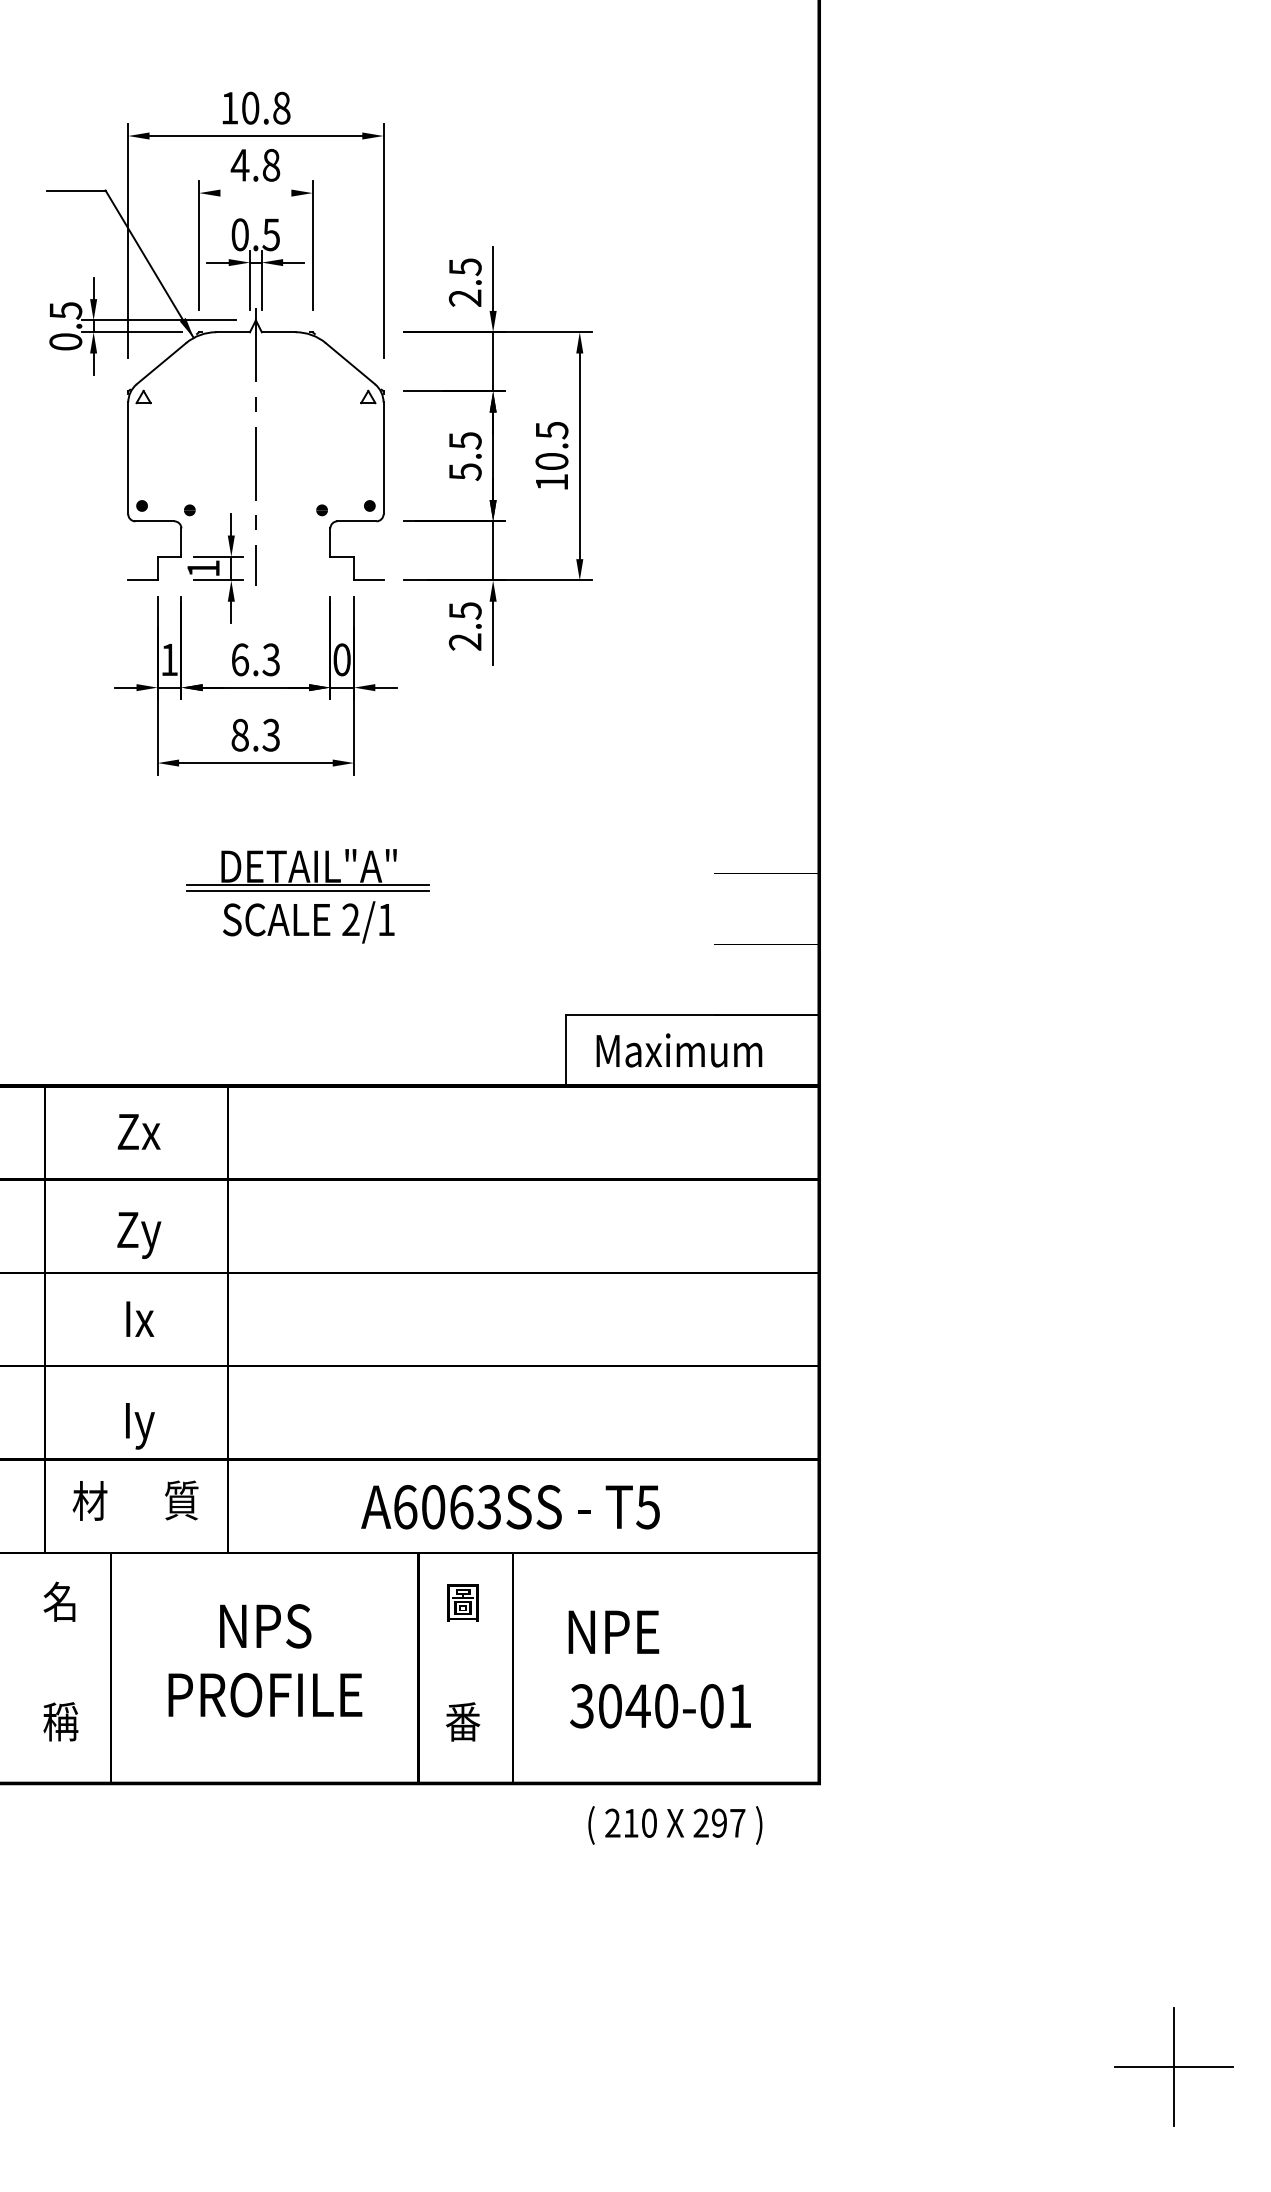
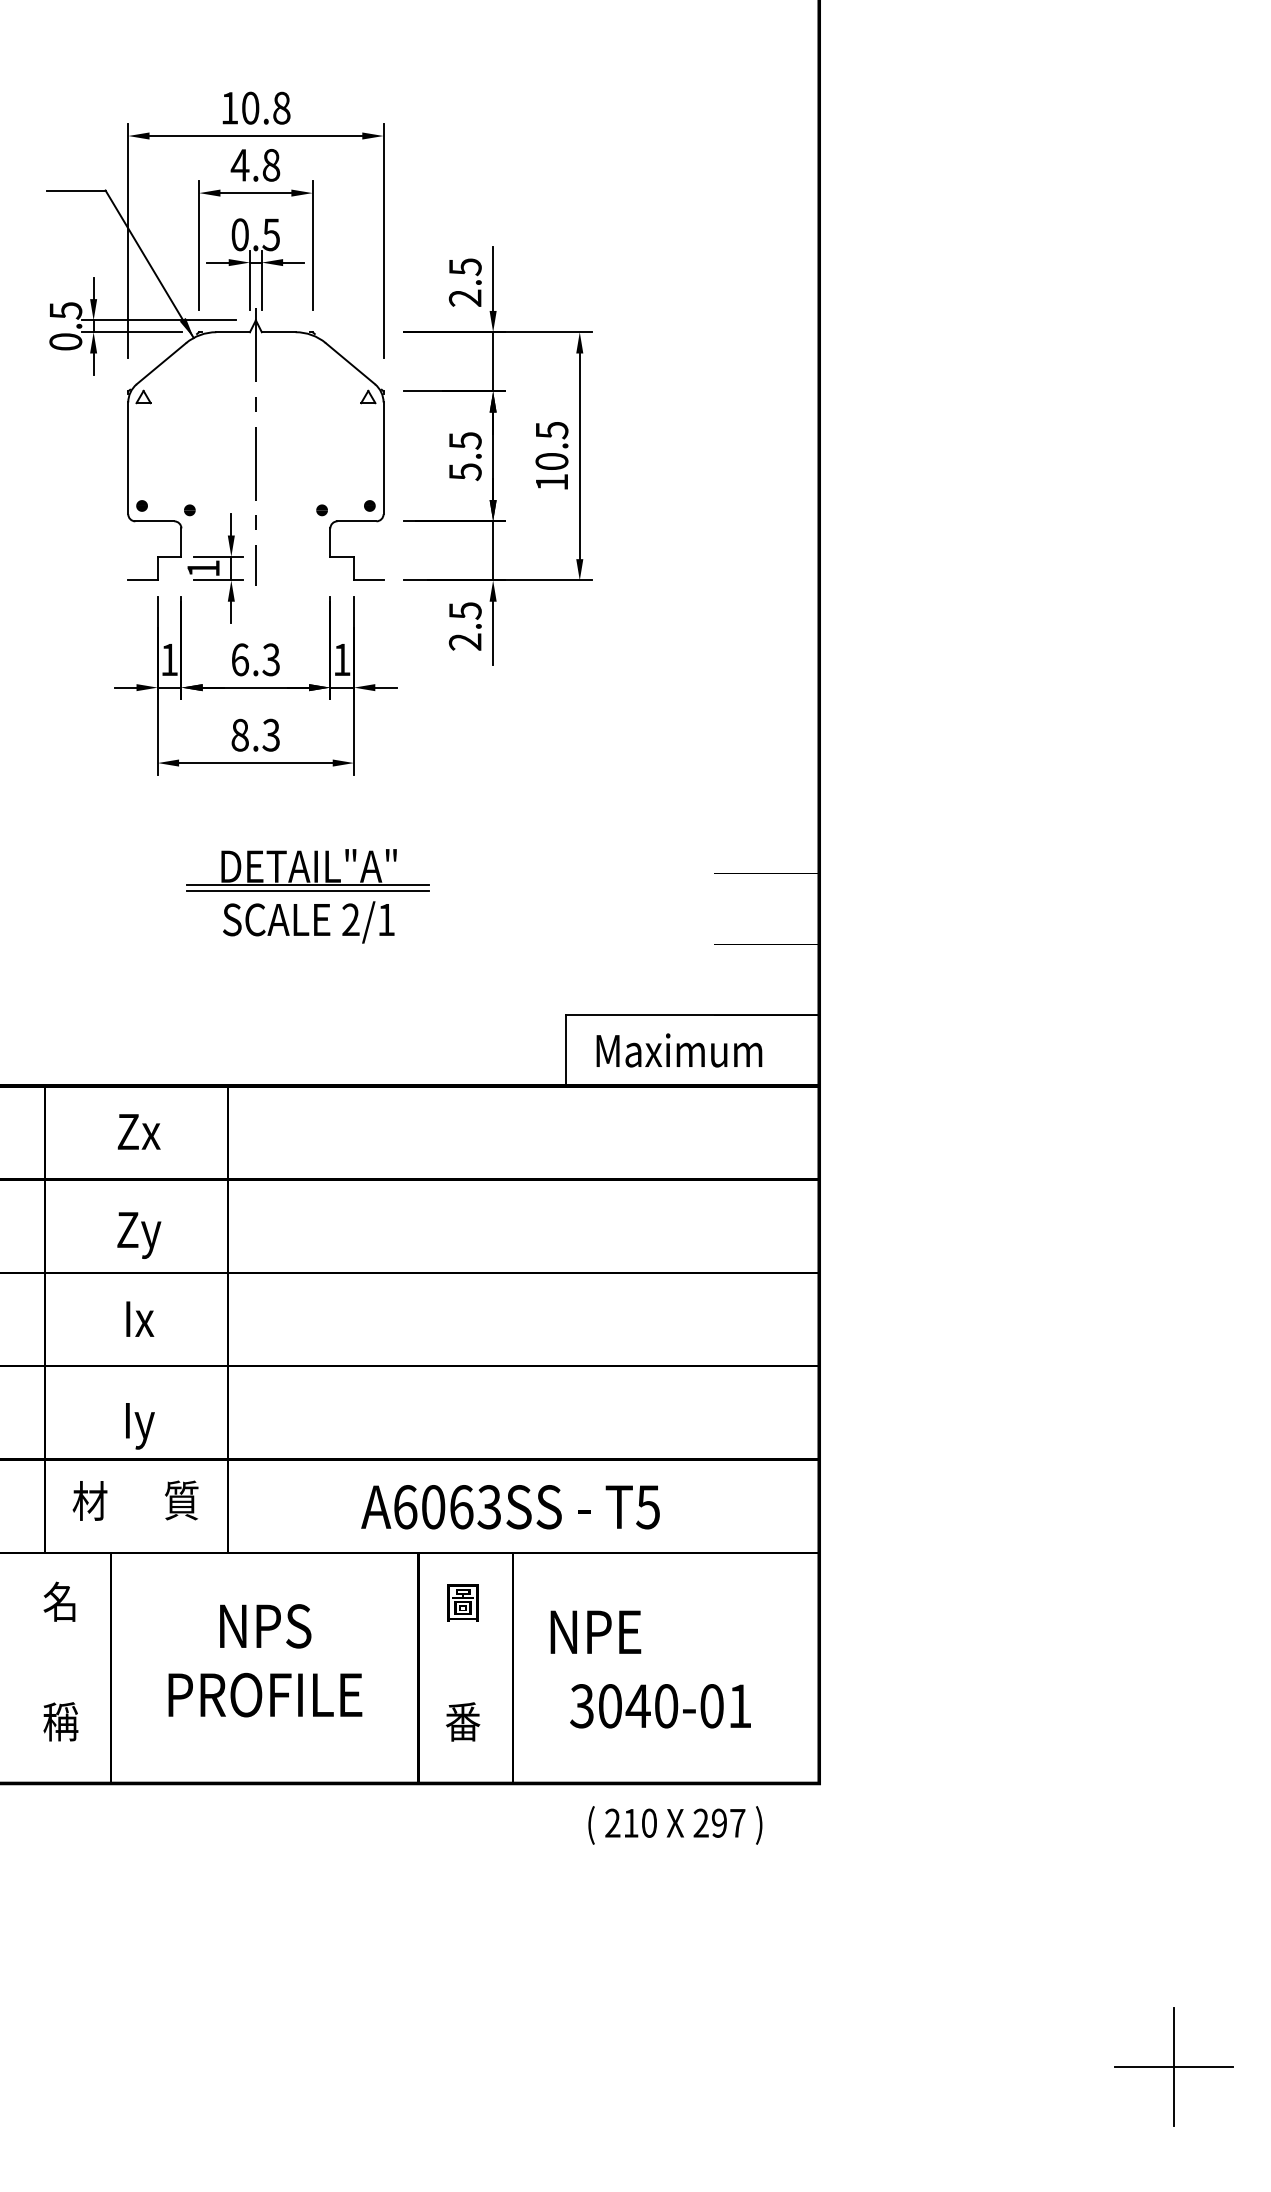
line at (255, 193): none -> present
text at (341, 659): 0 -> 1
text at (613, 1631) position: (613, 1631) -> (595, 1631)
